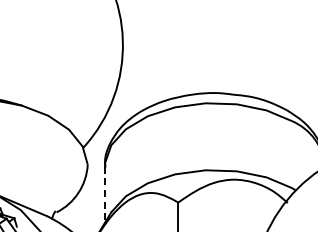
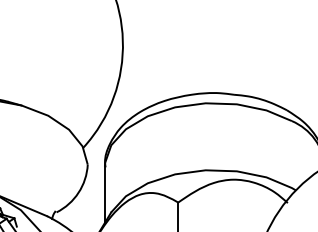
line at (104, 195): dashed -> solid
